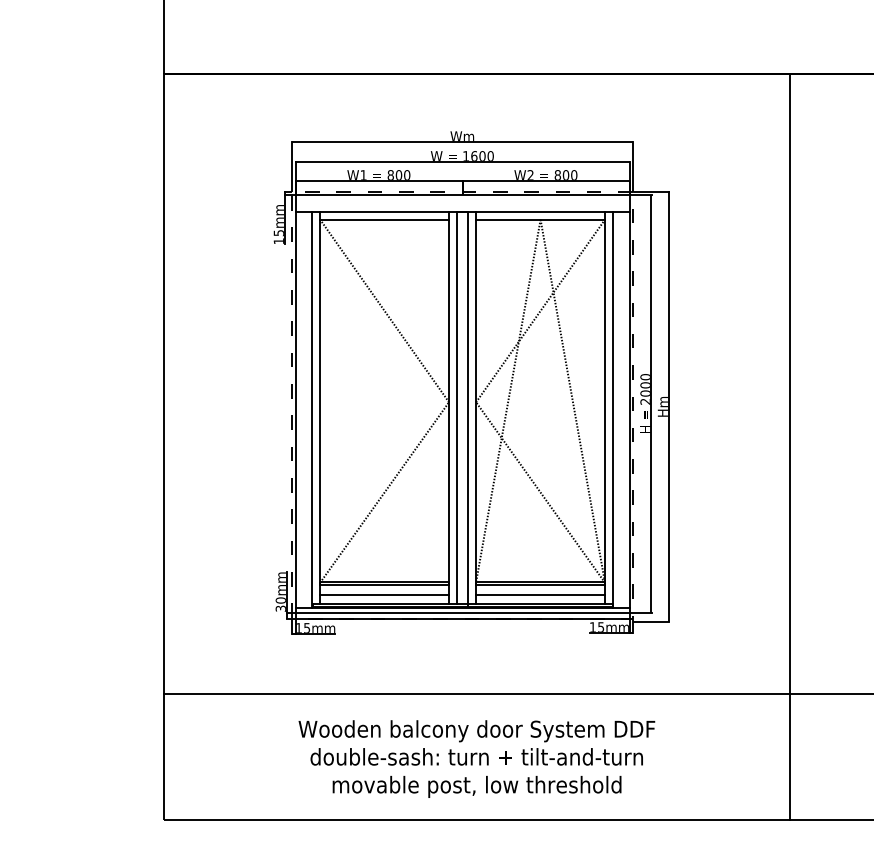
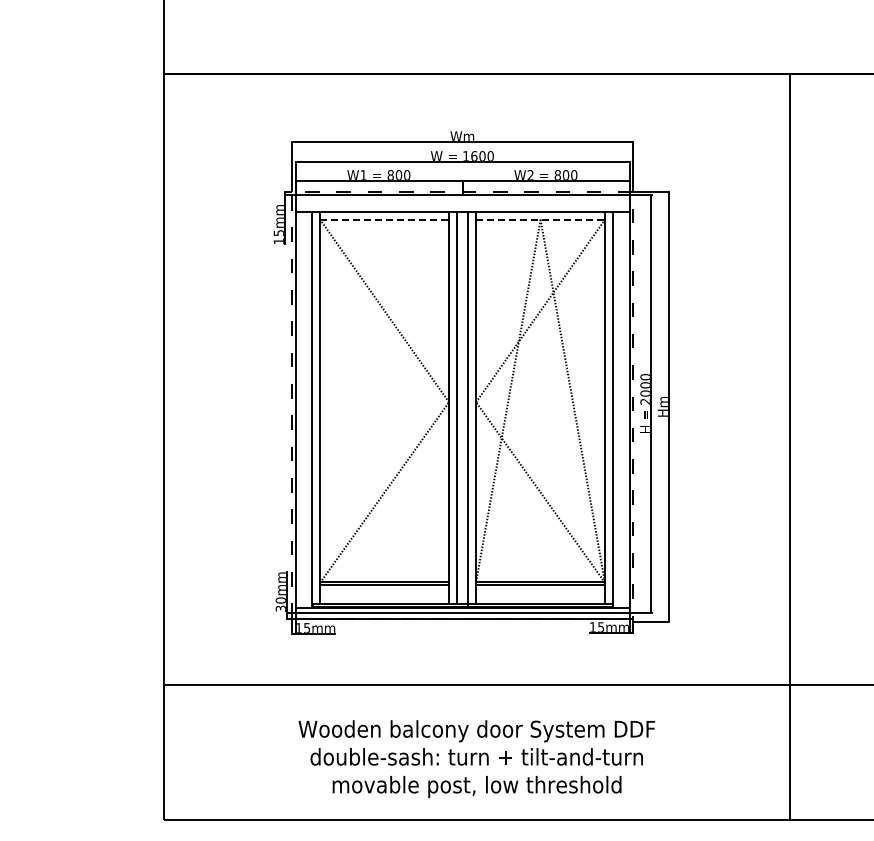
line at (385, 219): solid -> dashed
line at (541, 219): solid -> dashed
line at (384, 594): present -> none
line at (540, 594): present -> none
line at (516, 694) position: (516, 694) -> (516, 685)
